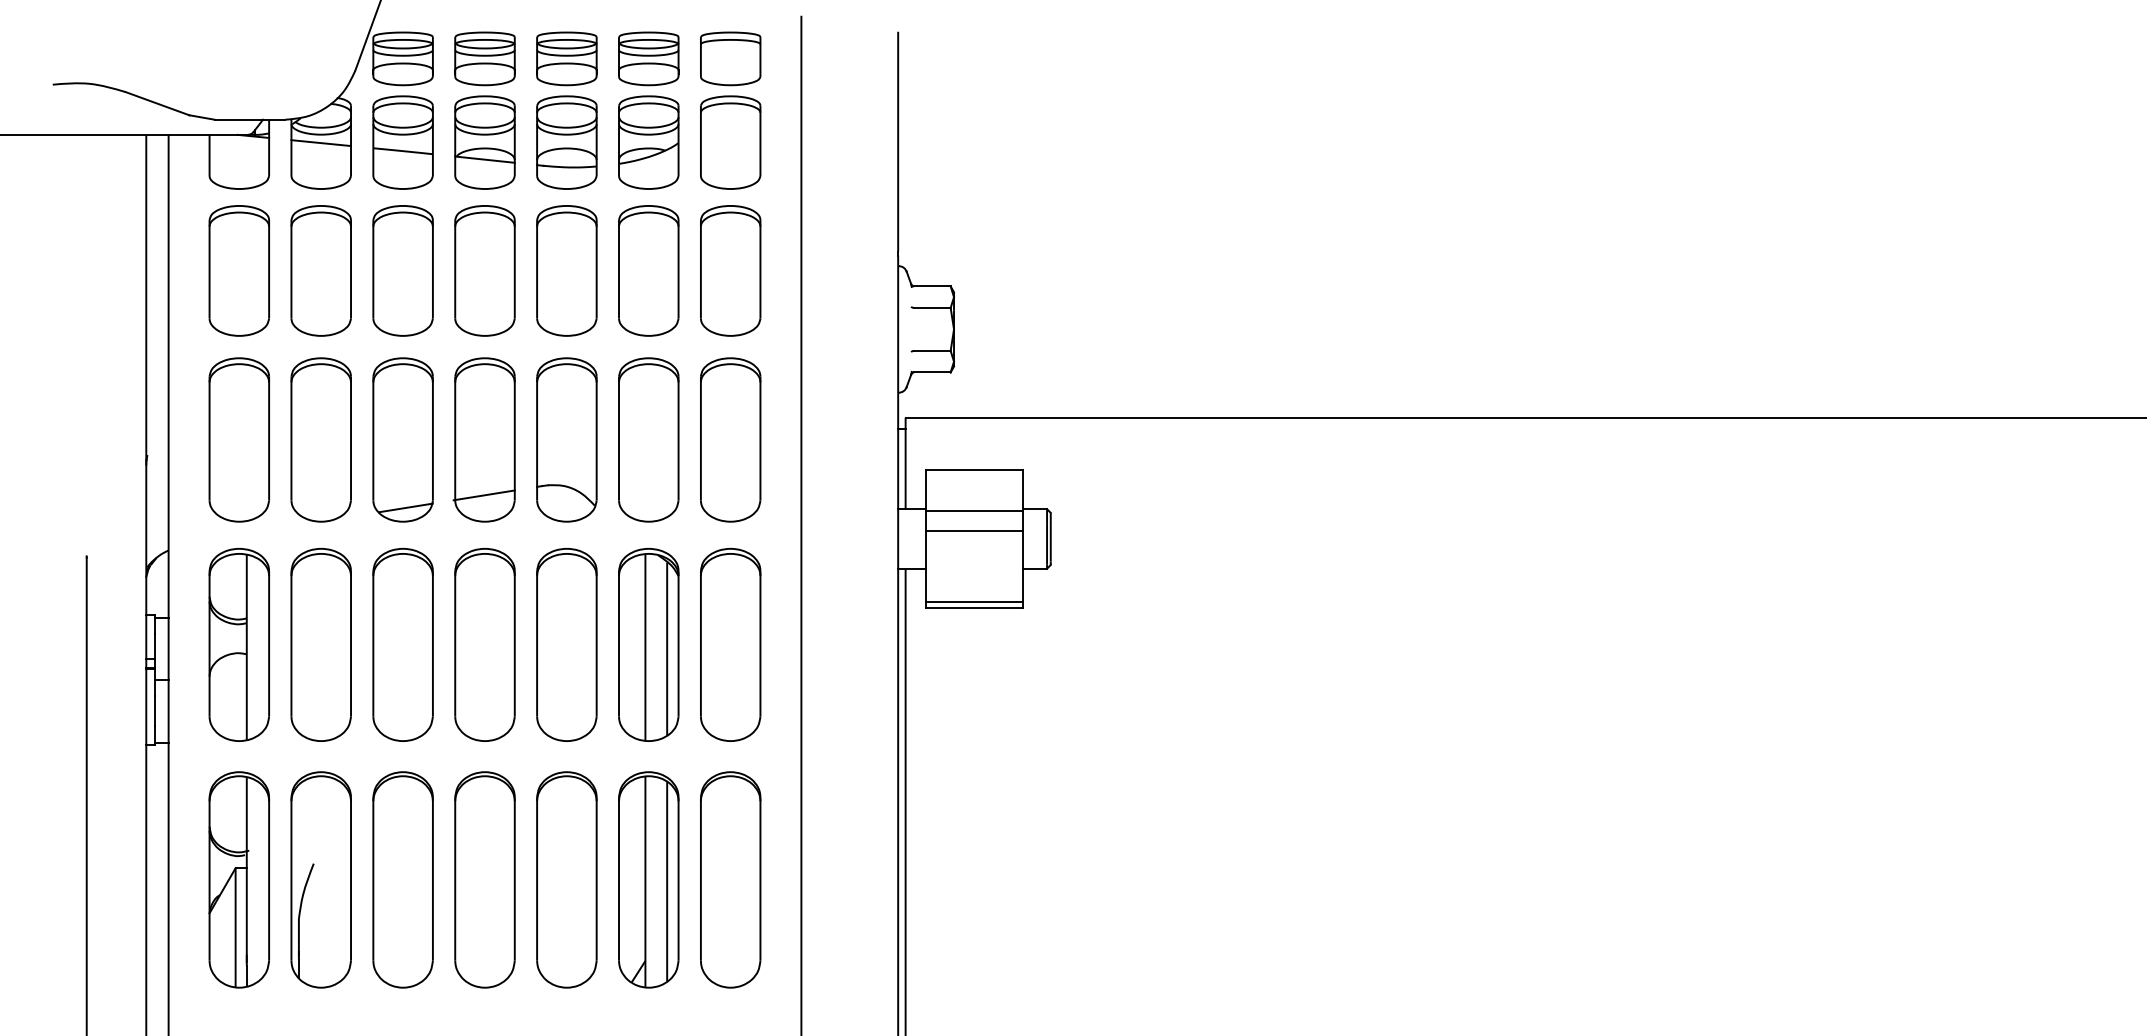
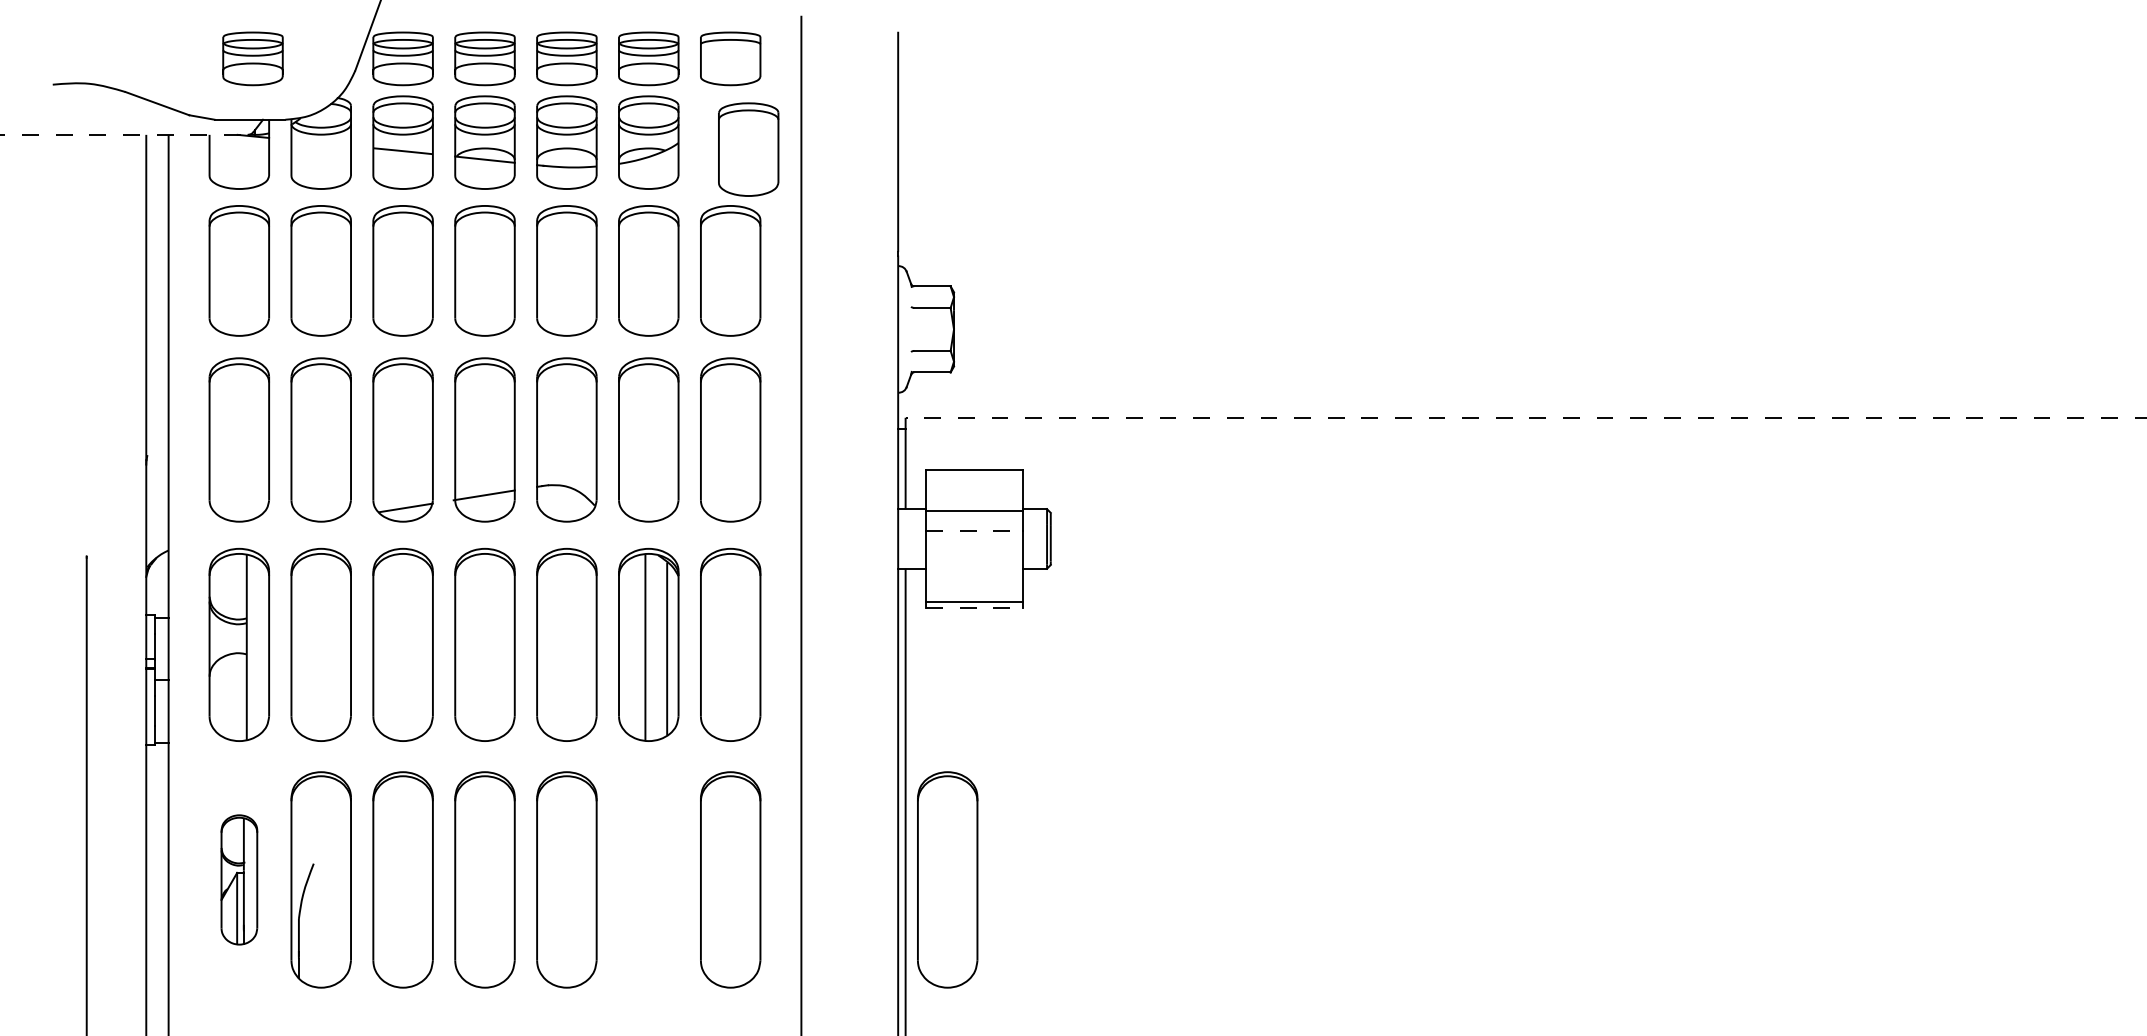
part at (252, 58): none -> present
line at (124, 134): solid -> dashed
part at (730, 142) position: (730, 142) -> (748, 149)
line at (321, 143): present -> none
line at (1526, 417): solid -> dashed
line at (974, 531): solid -> dashed
line at (974, 607): solid -> dashed
part at (239, 879) size: 63x218 px -> 39x132 px
part at (648, 879): present -> none
part at (947, 879): none -> present
